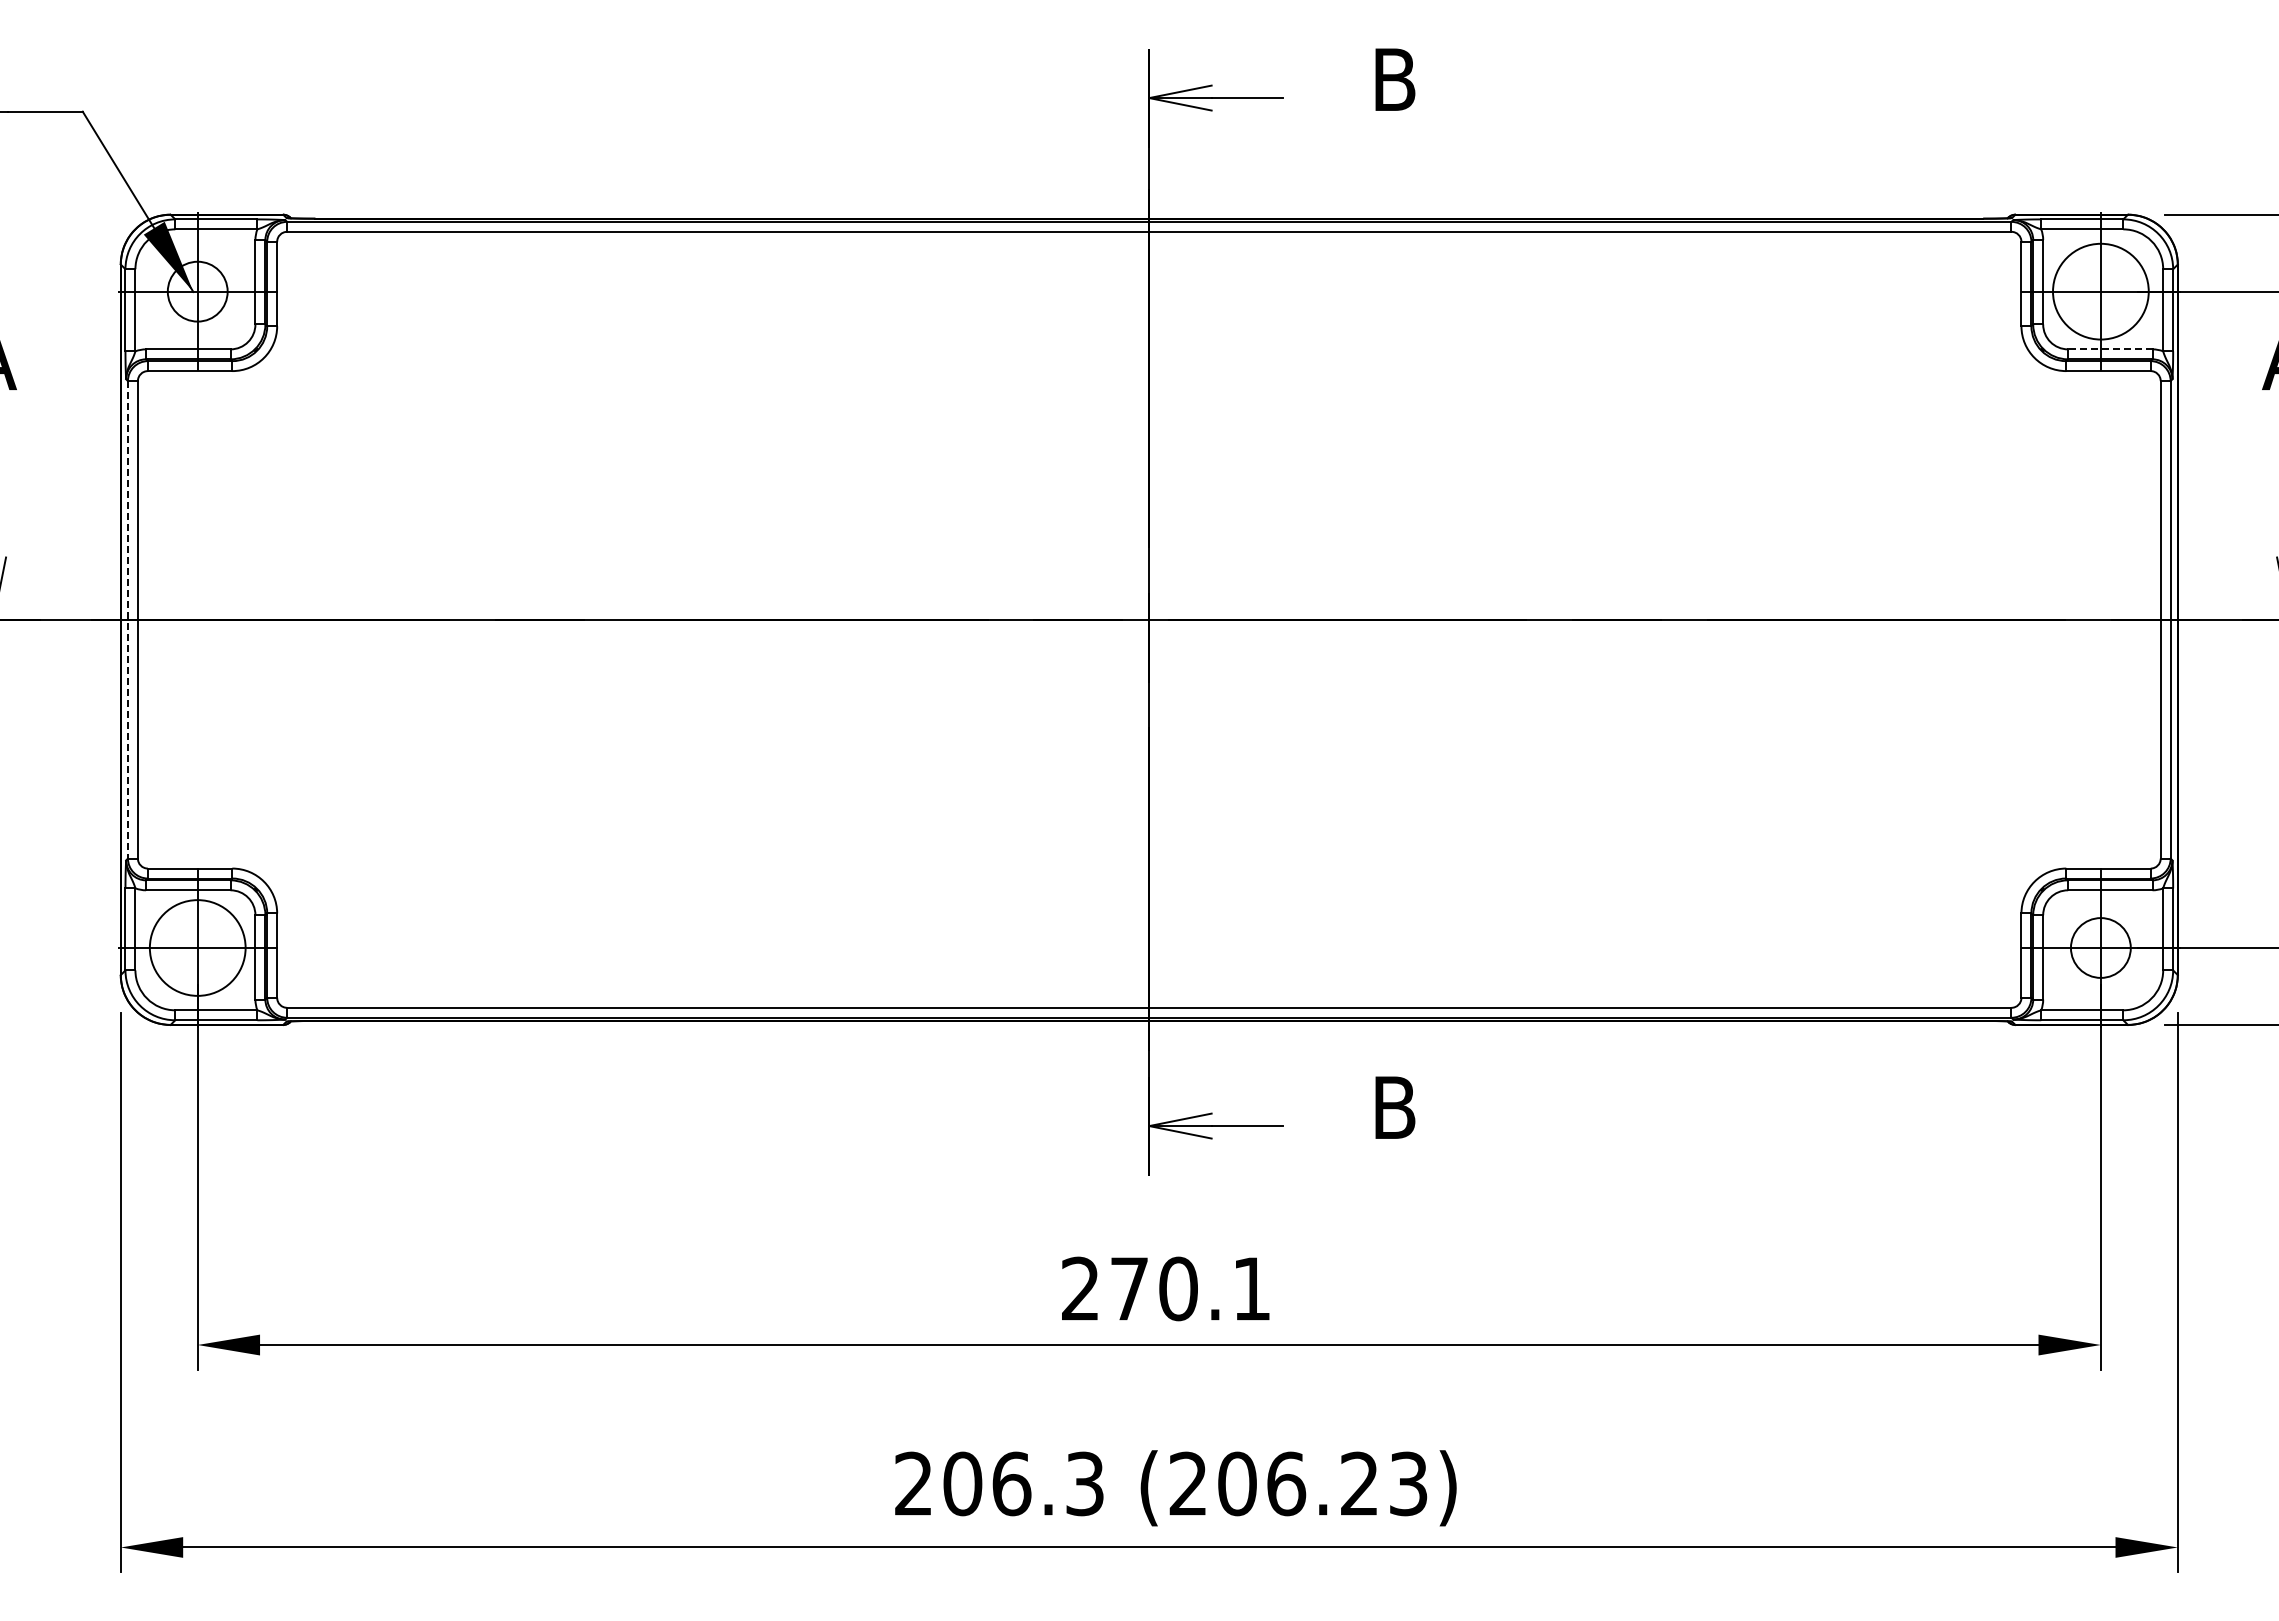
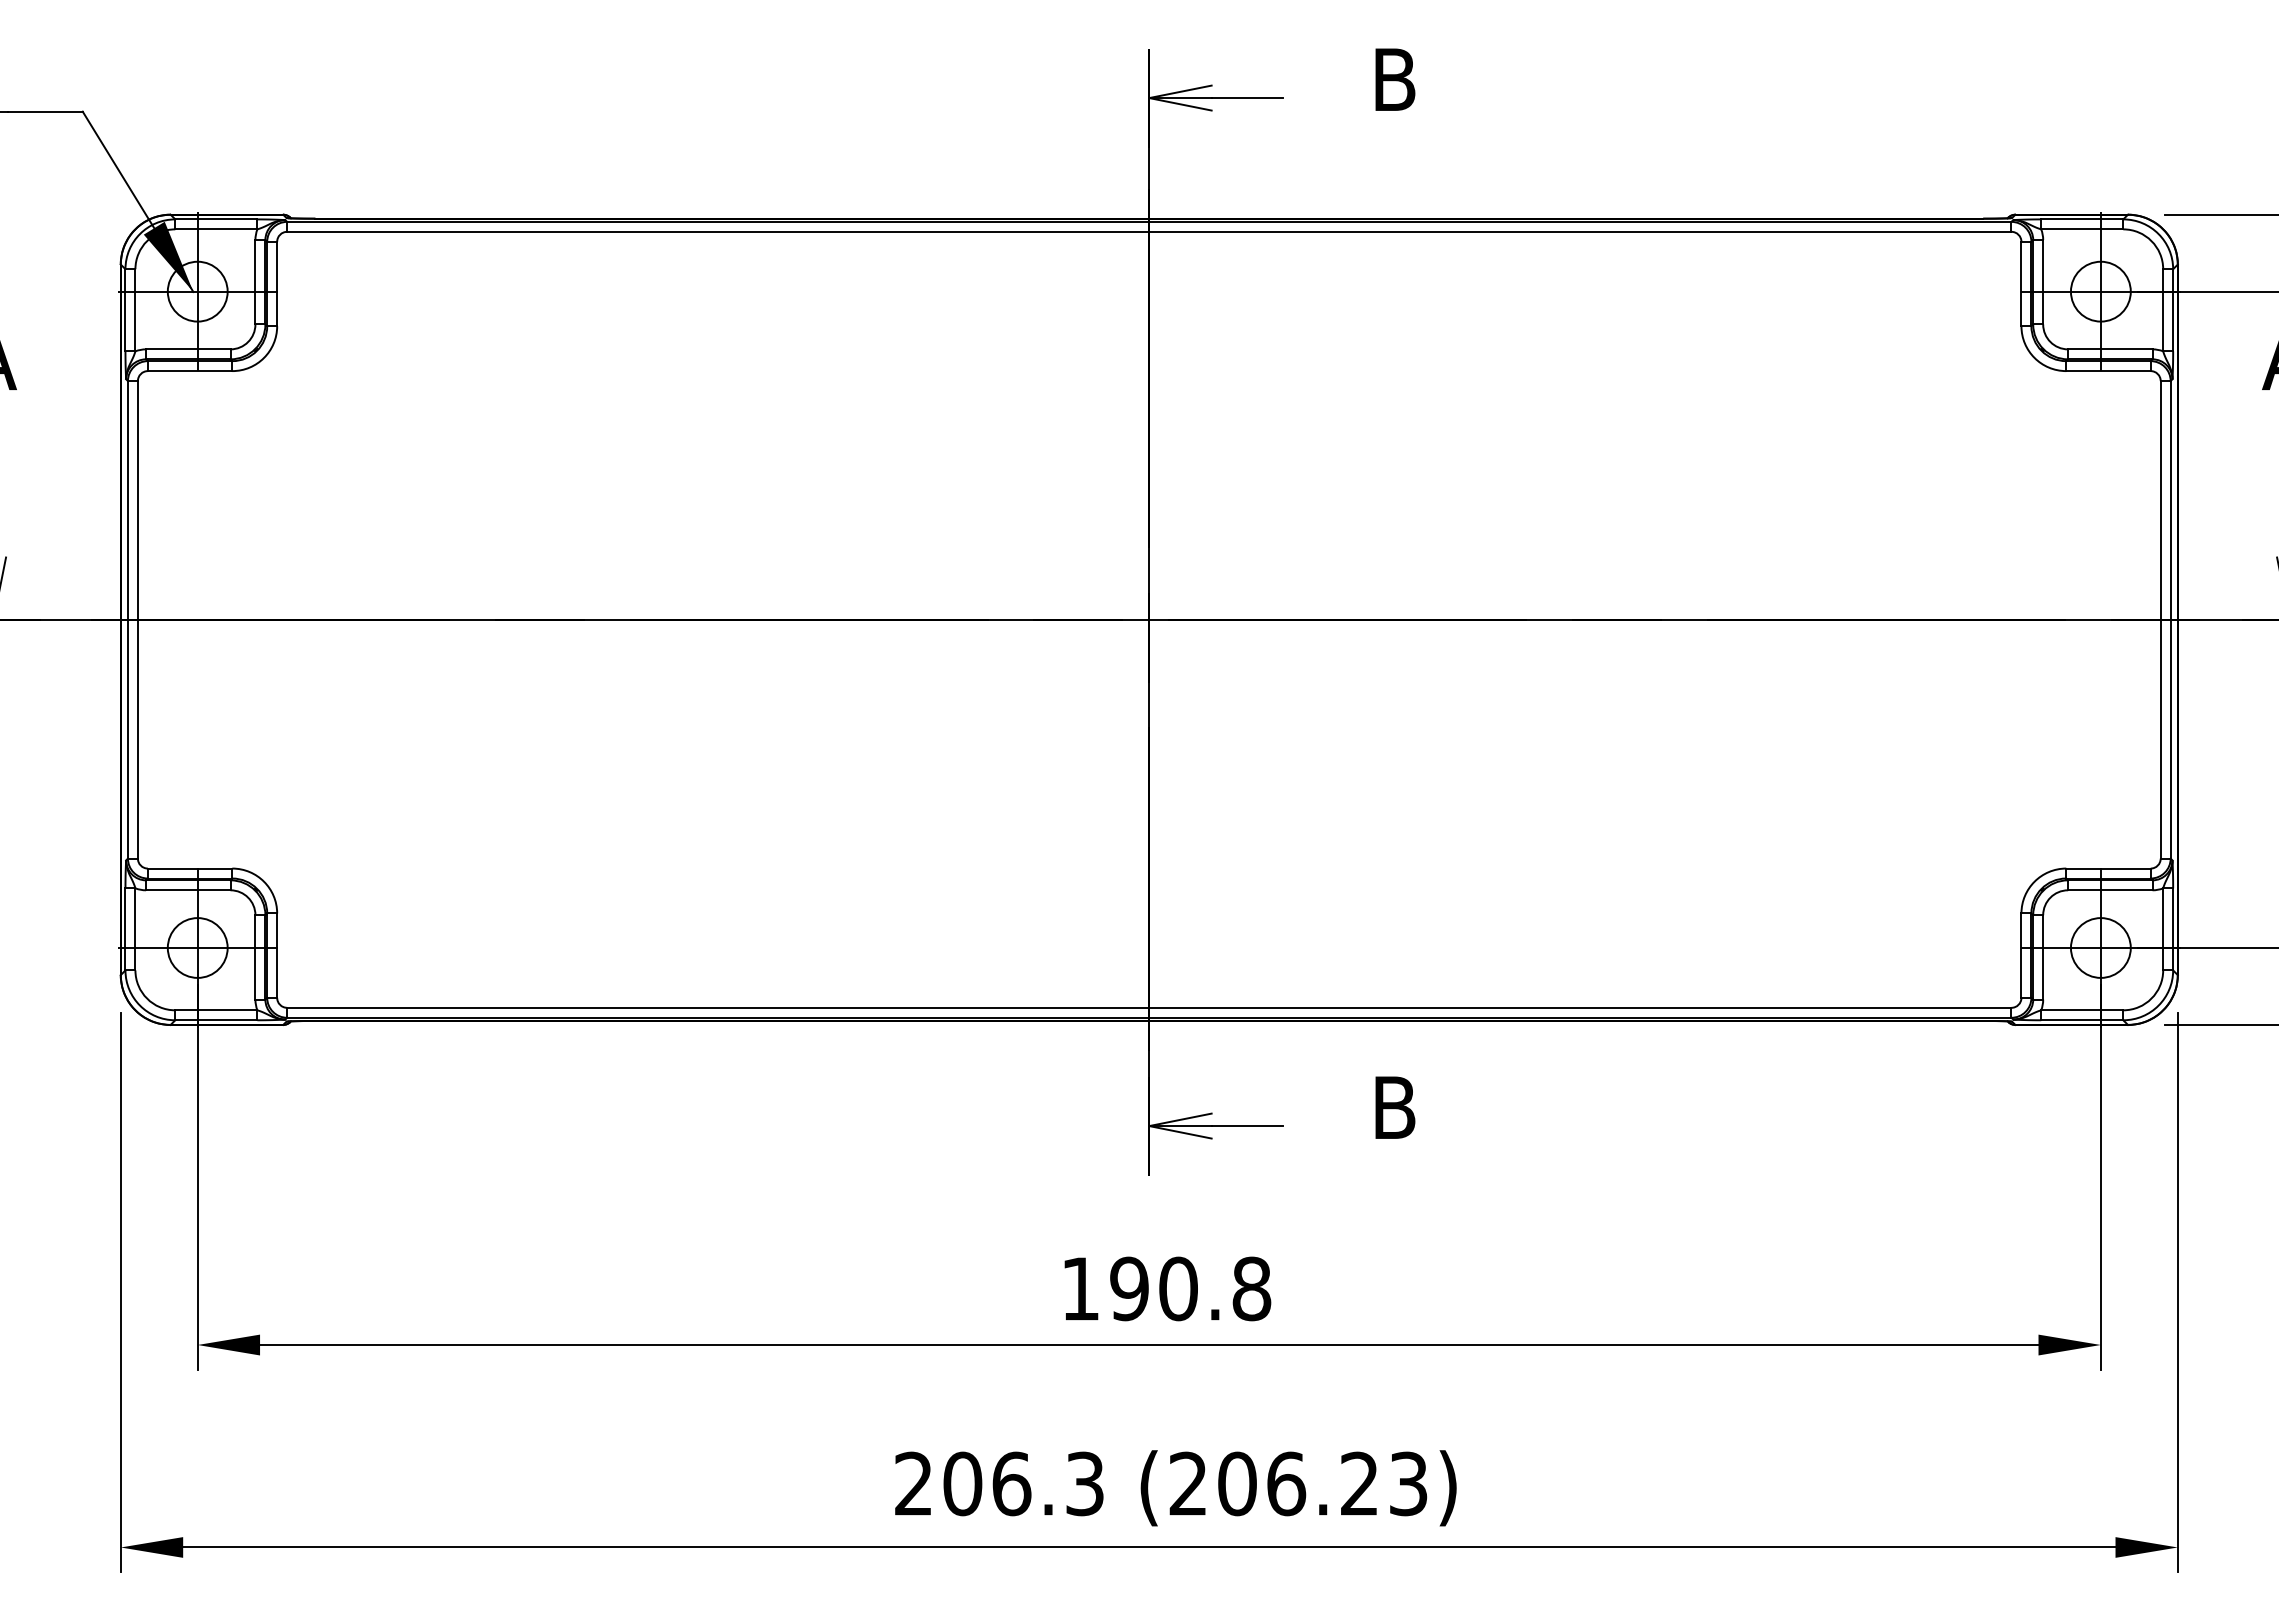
circle at (2100, 291) diameter: 96 px -> 60 px
line at (2109, 349): dashed -> solid
line at (127, 619): dashed -> solid
circle at (197, 947) diameter: 96 px -> 60 px
text at (1166, 1288): 270.1 -> 190.8
